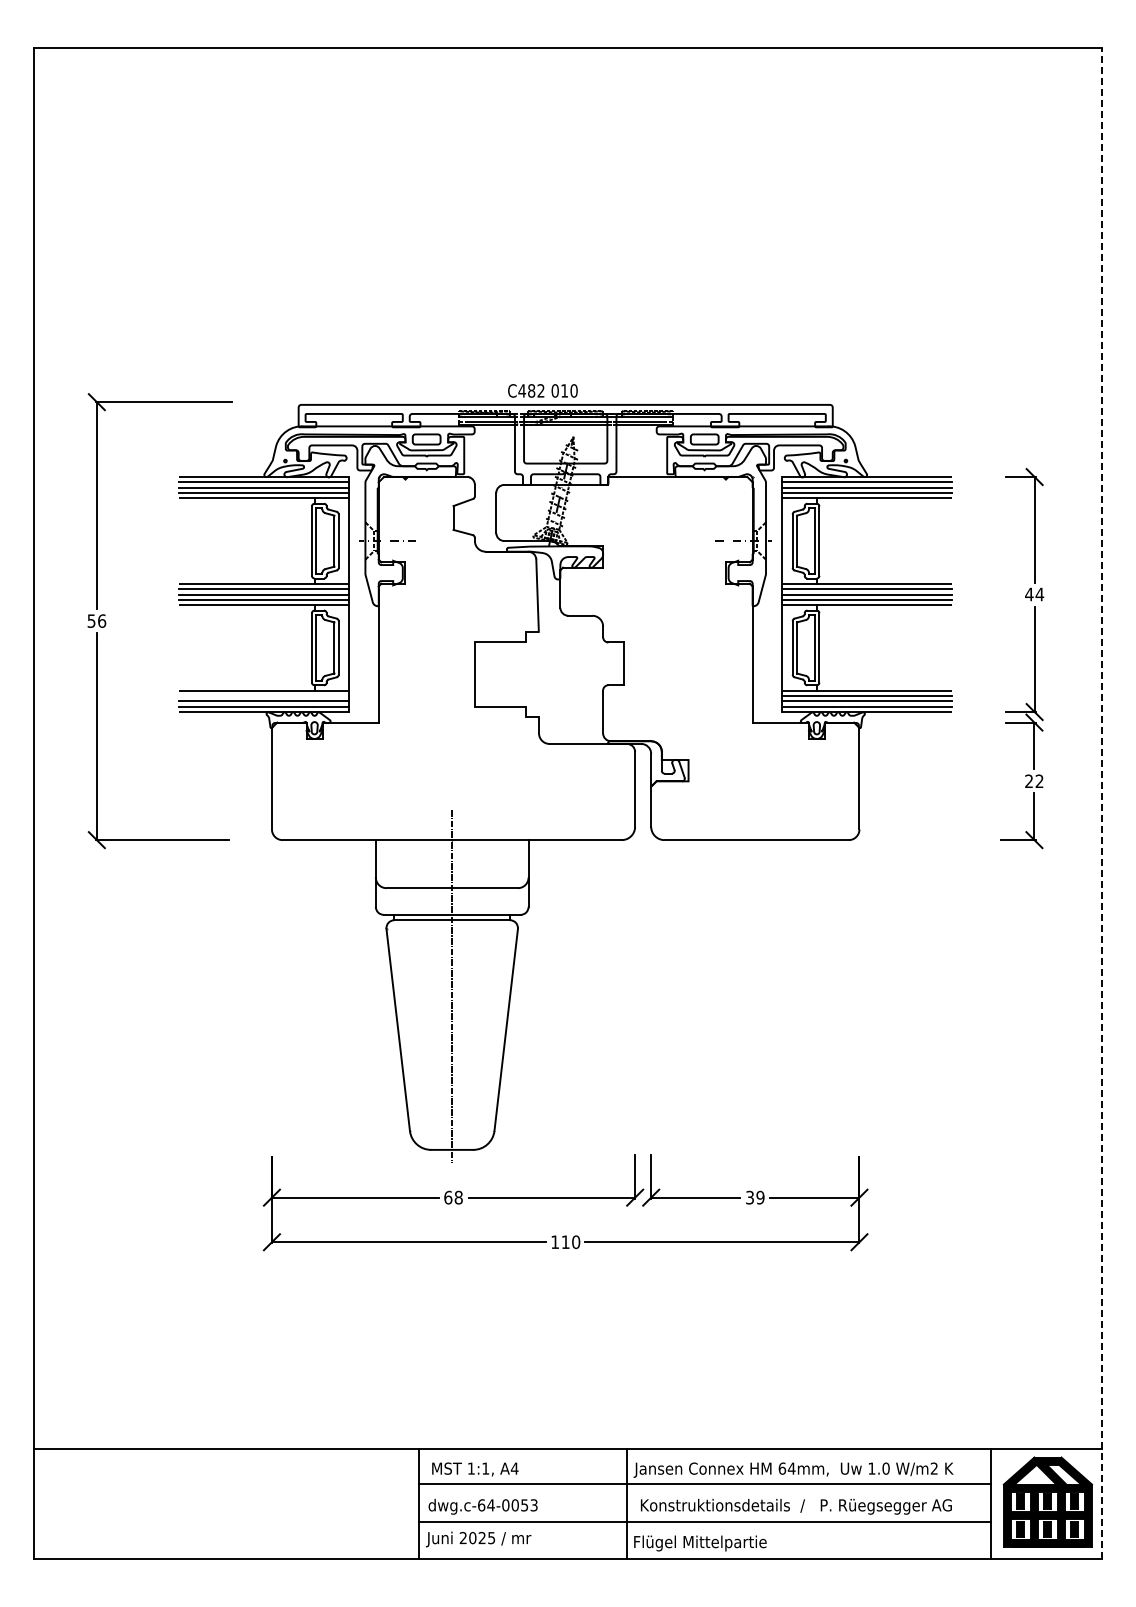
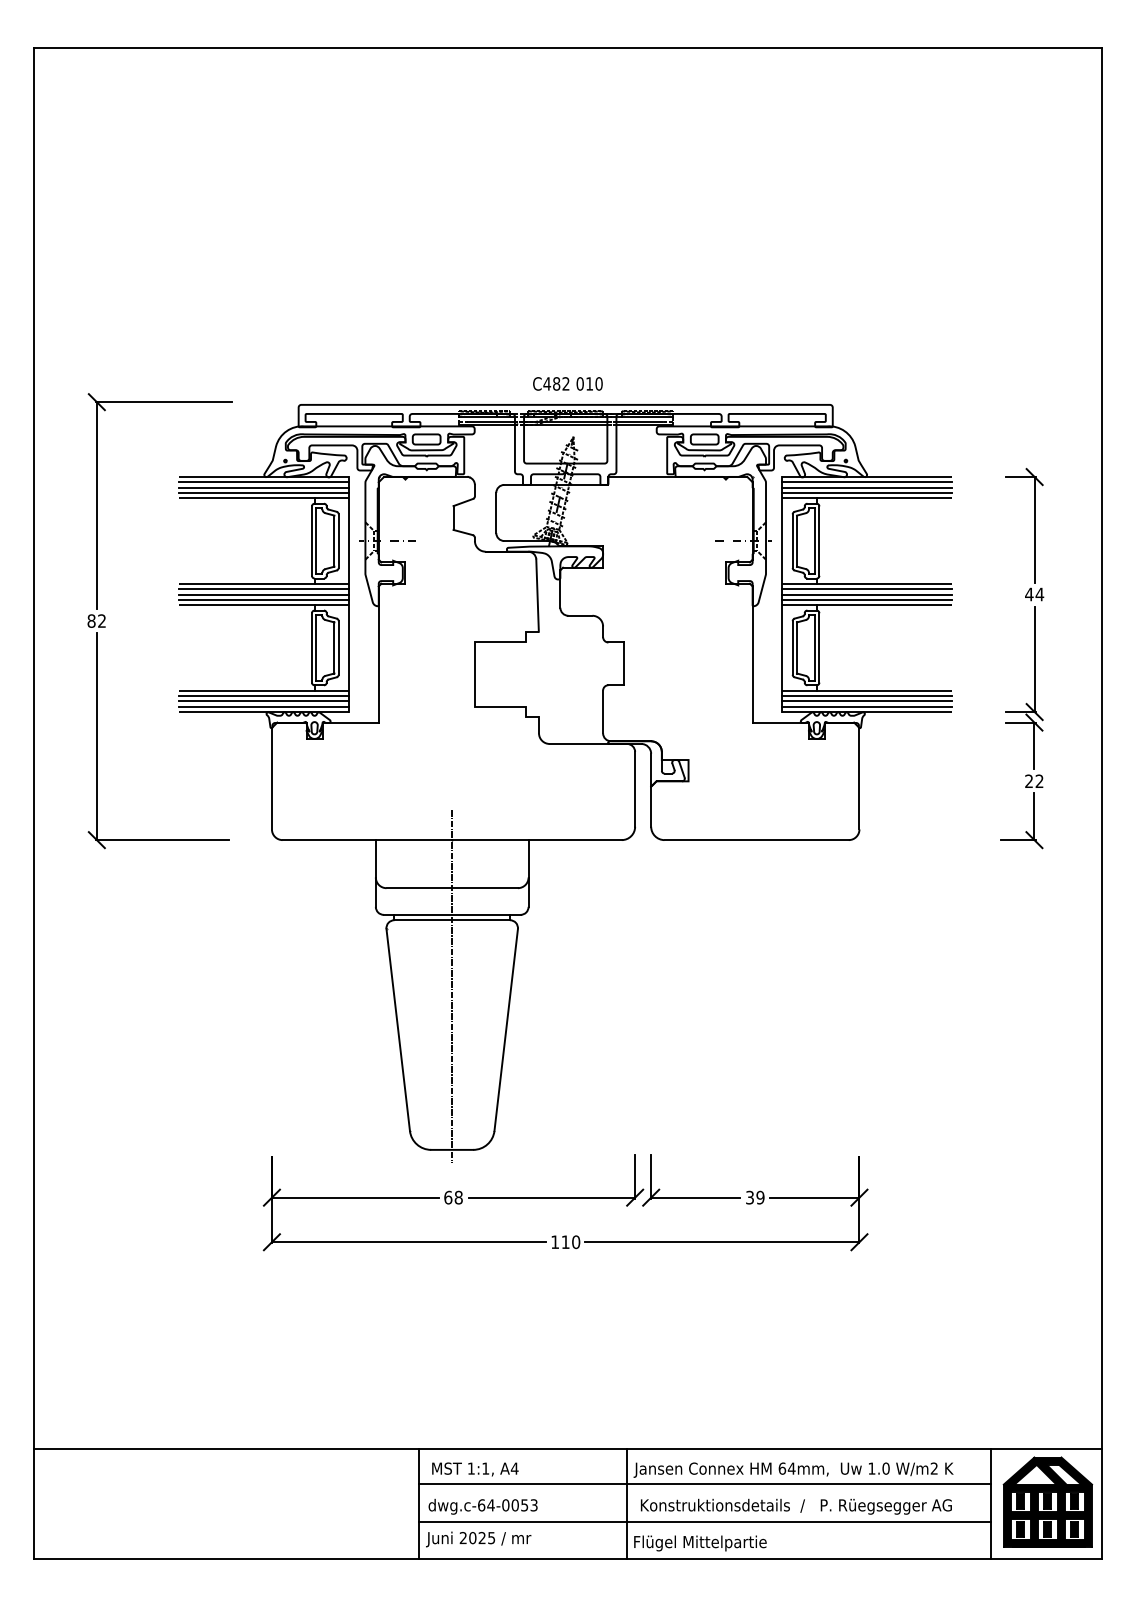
text at (542, 390) position: (542, 390) -> (567, 383)
text at (96, 620): 56 -> 82
line at (263, 696): none -> present
line at (1102, 803): dashed -> solid
